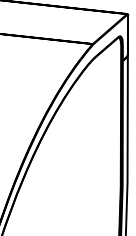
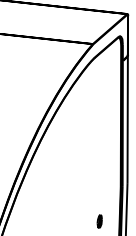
part at (99, 221): none -> present
